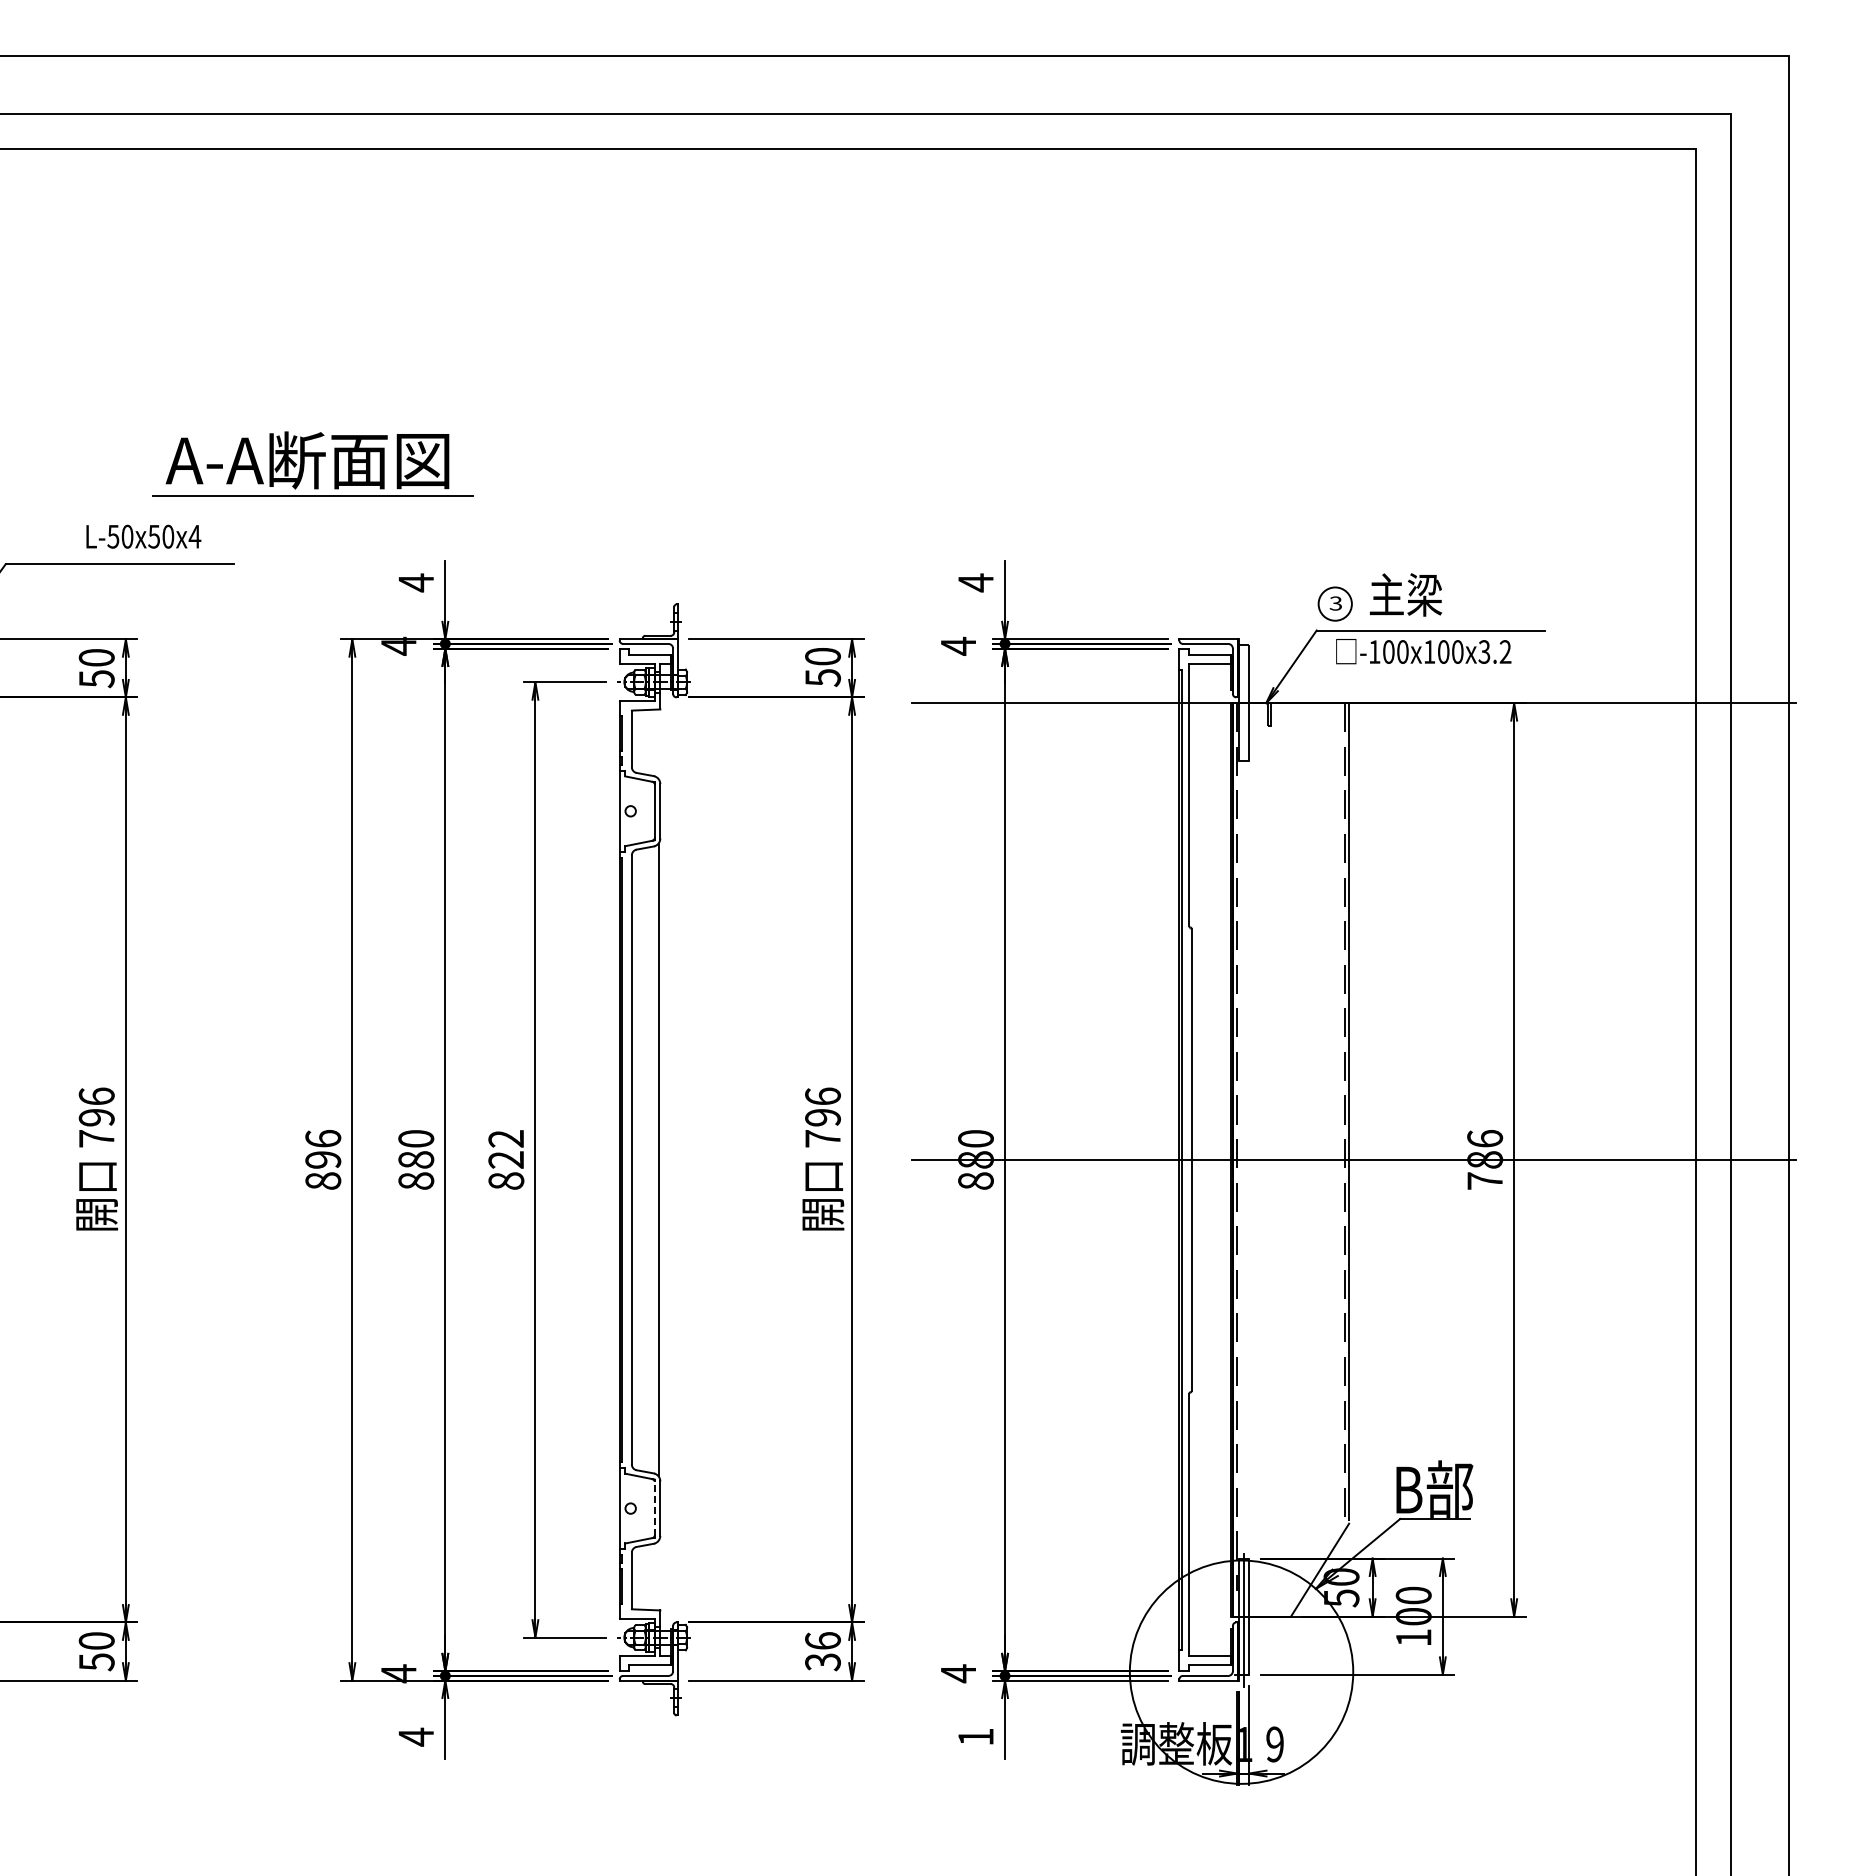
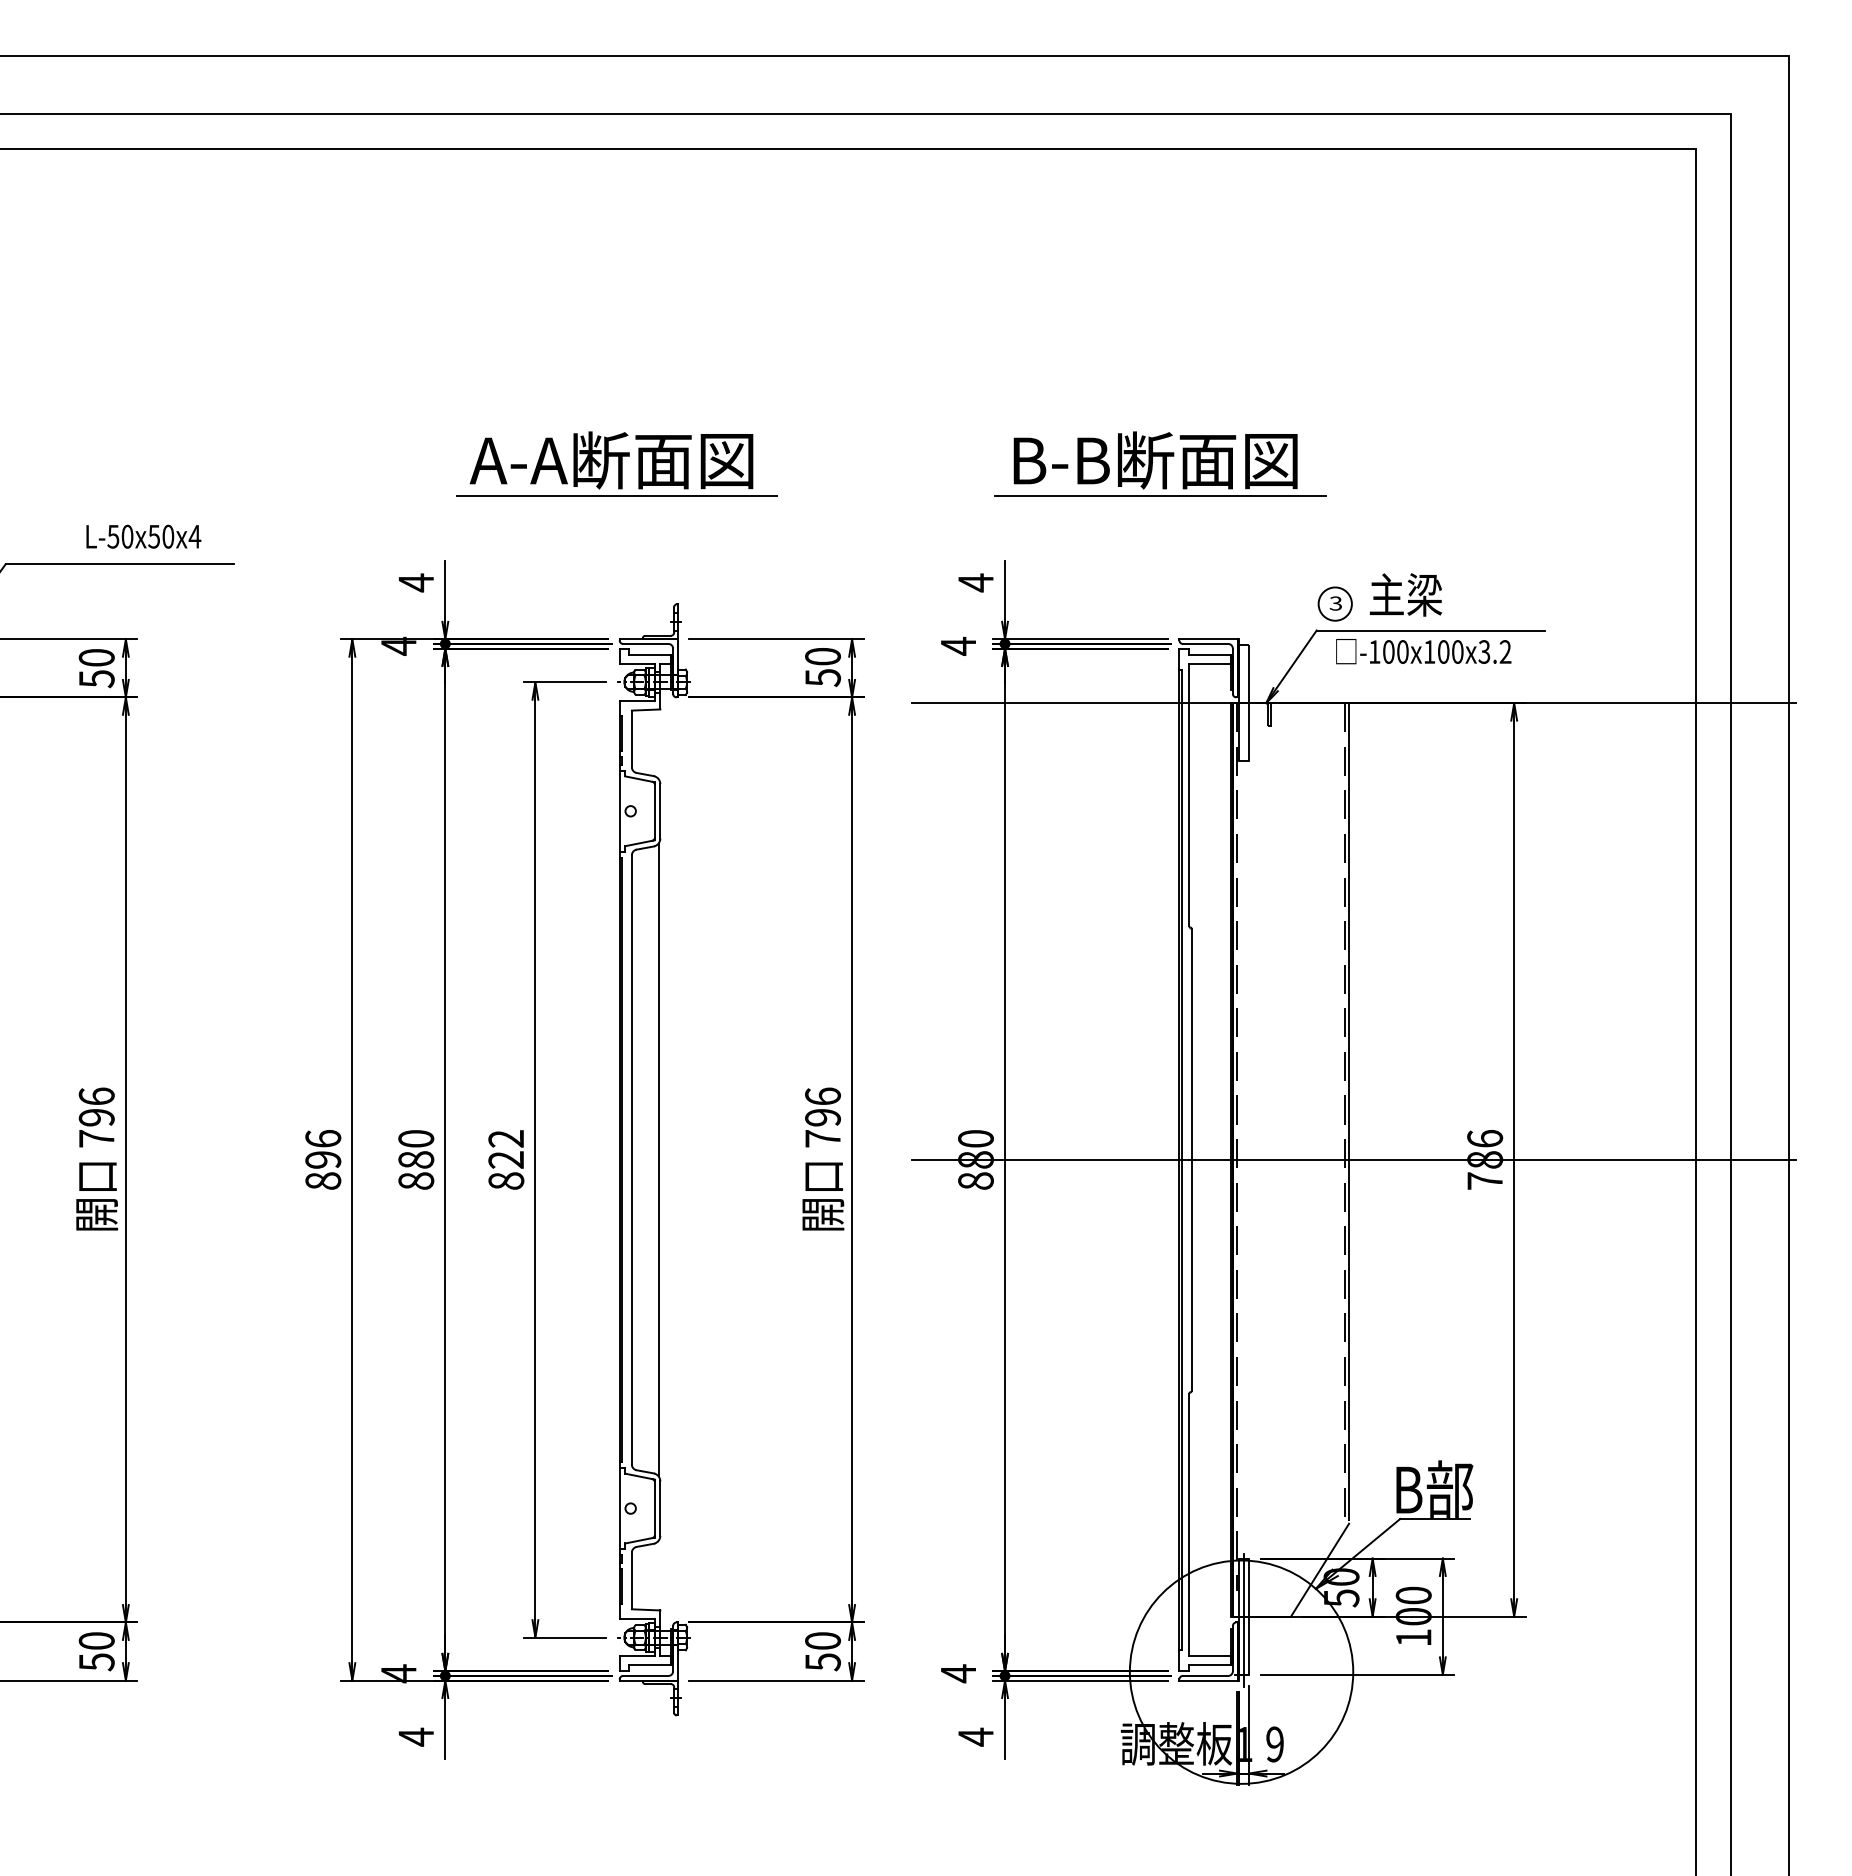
part at (312, 463) position: (312, 463) -> (616, 463)
part at (1160, 463): none -> present
line at (654, 1508): dashed -> solid
text at (822, 1651): 36 -> 50
text at (975, 1736): 1 -> 4
